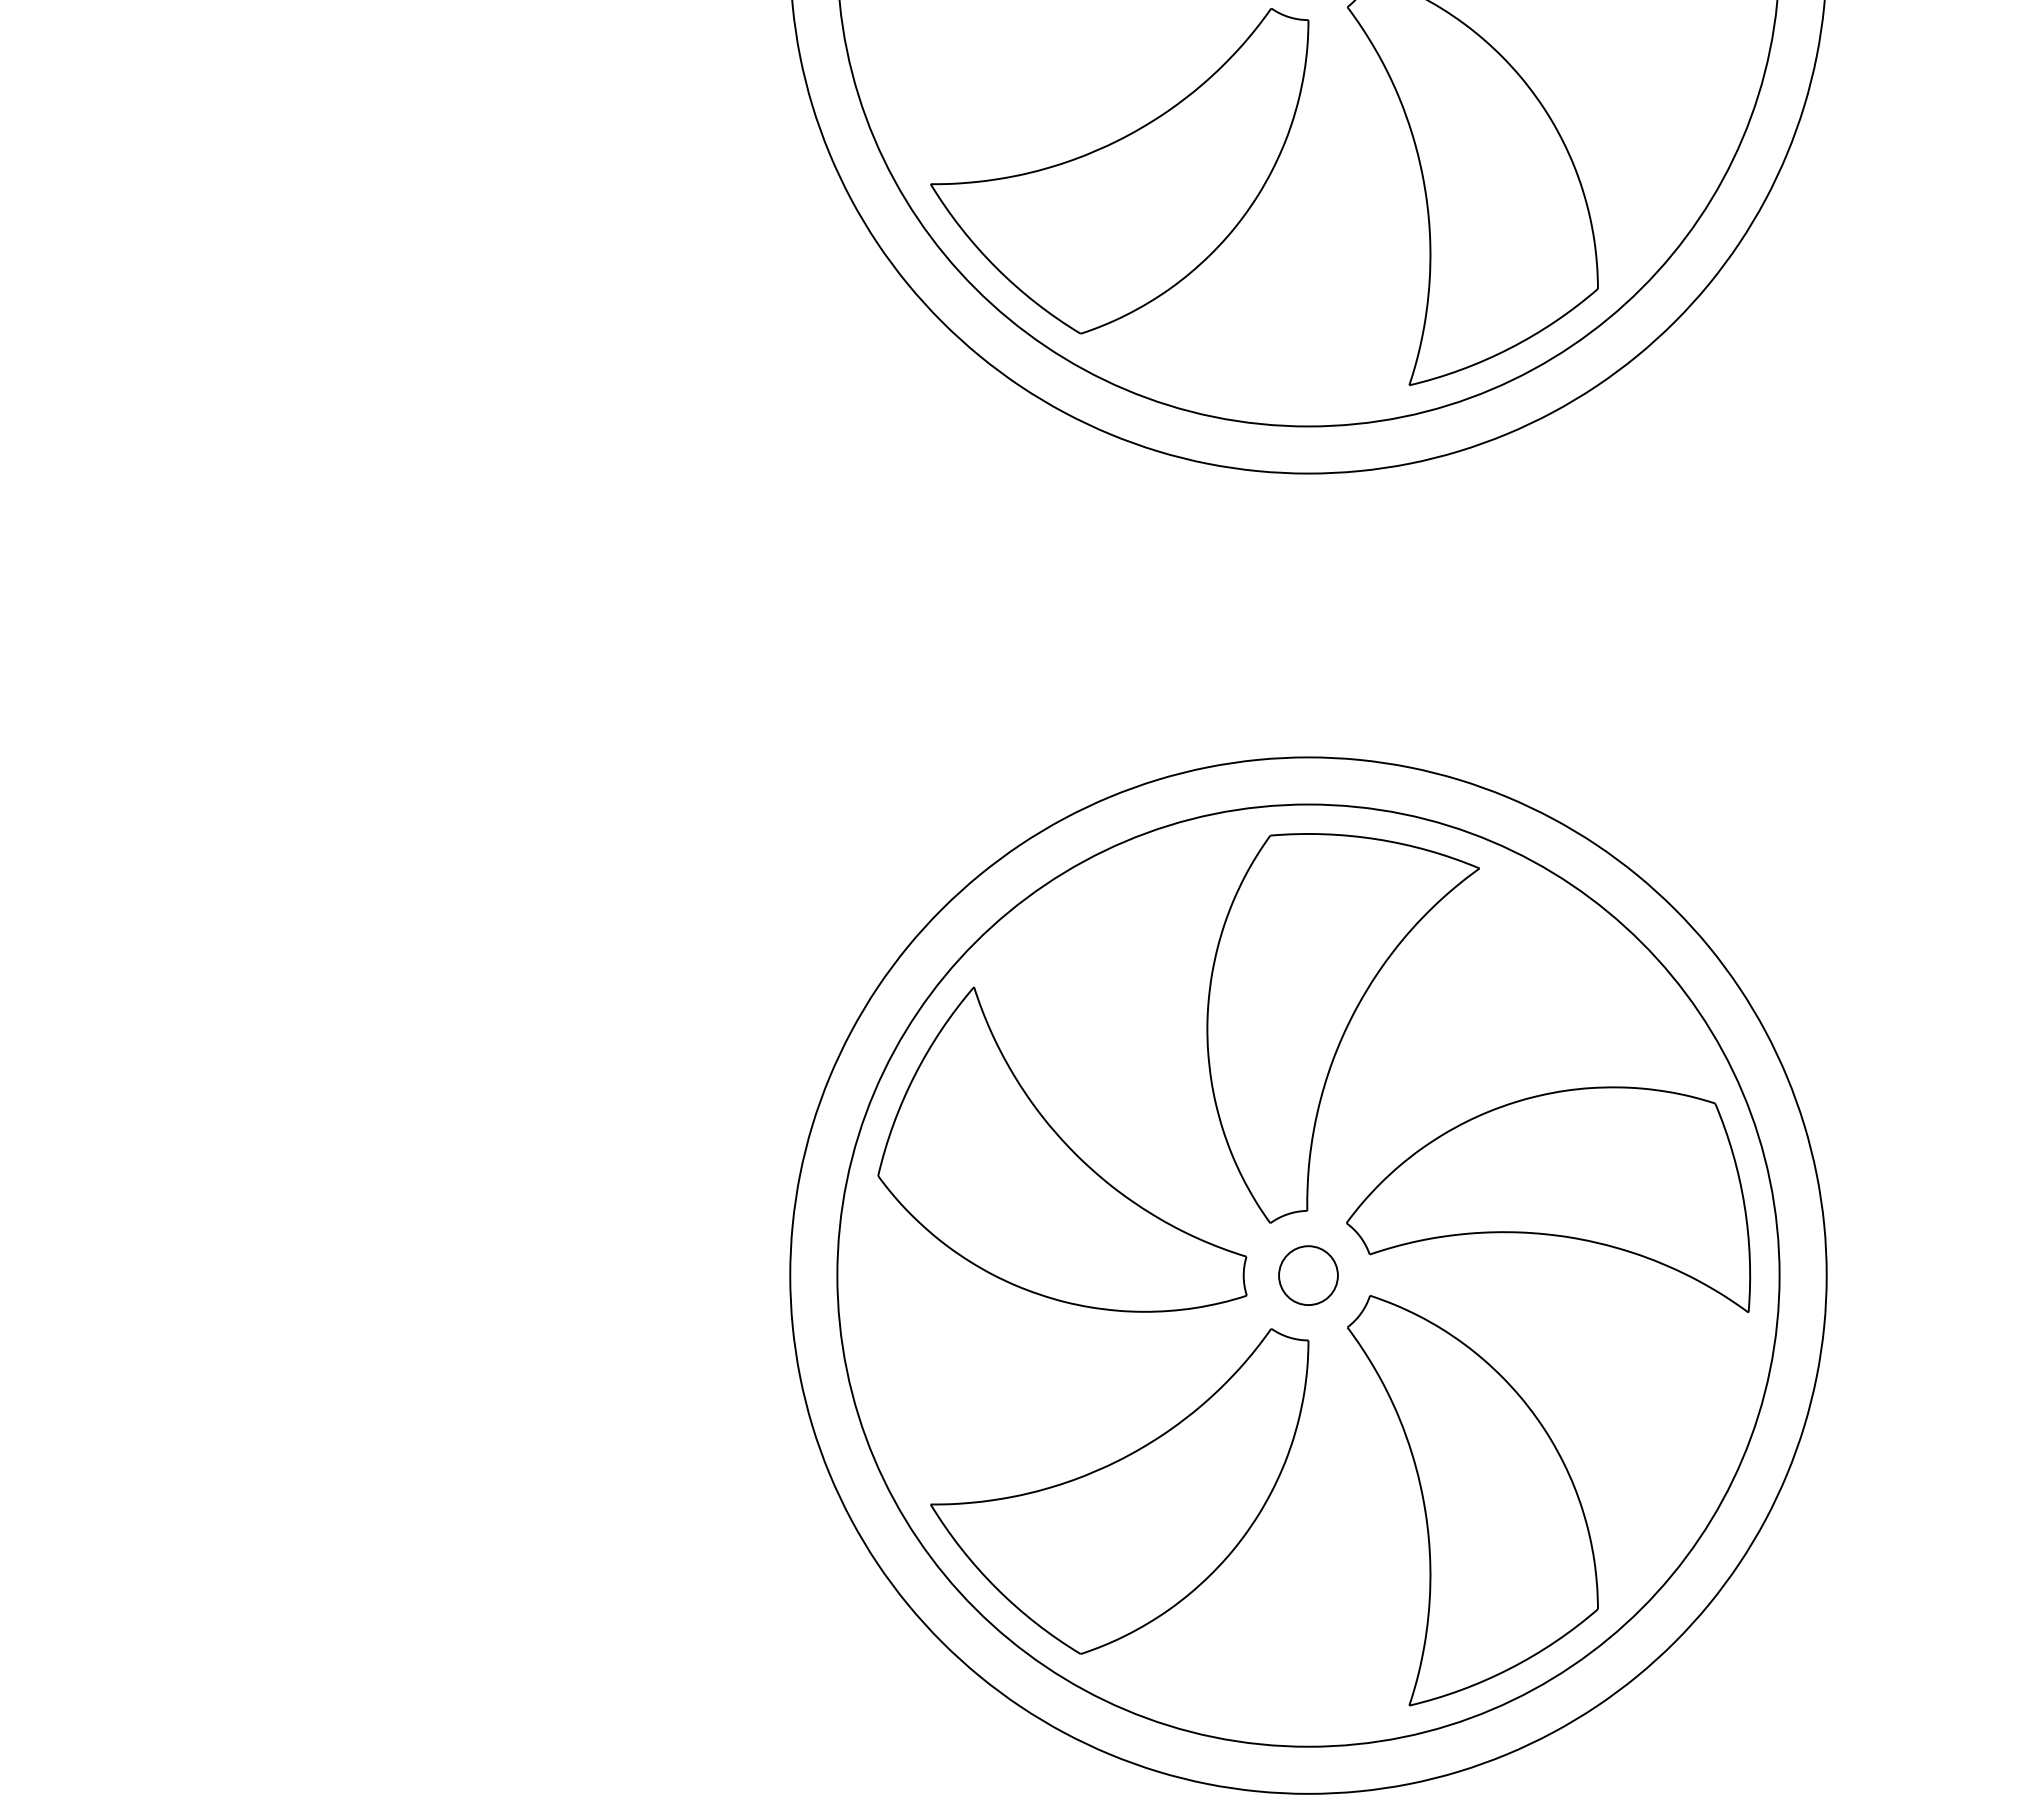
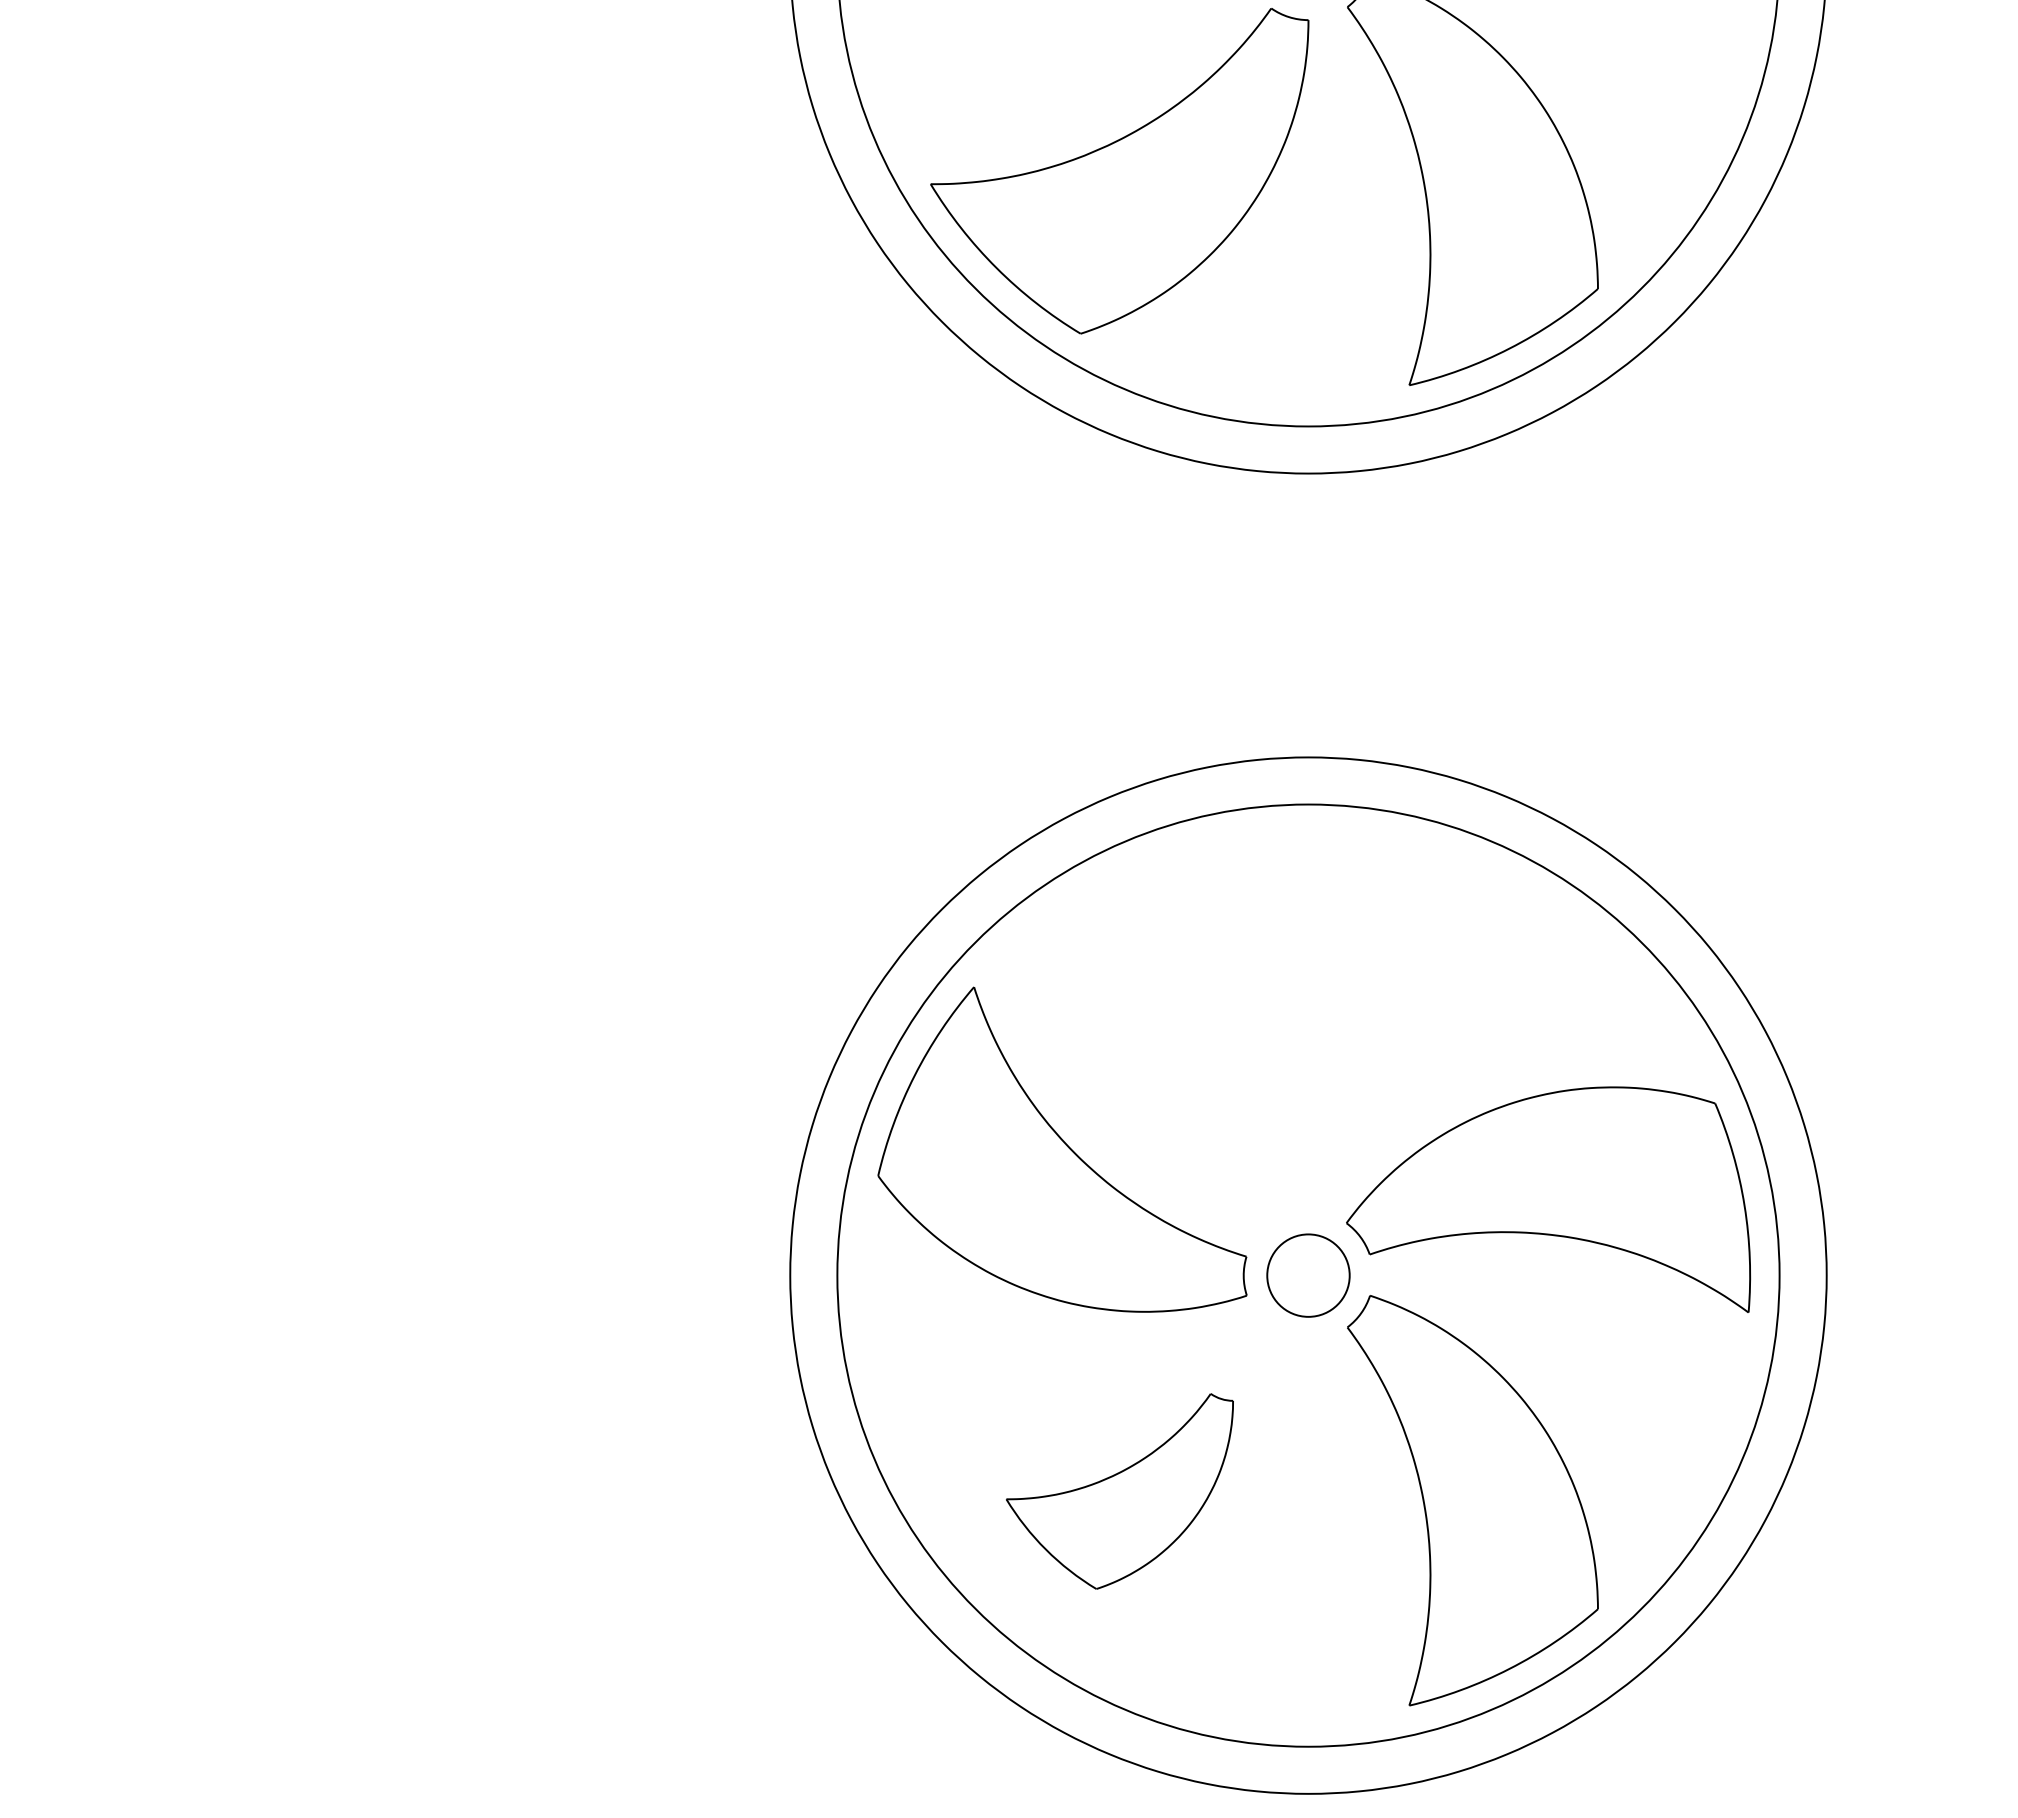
part at (1342, 1028): present -> none
circle at (1308, 1275) diameter: 59 px -> 82 px
part at (1119, 1491) size: 380x327 px -> 228x197 px
